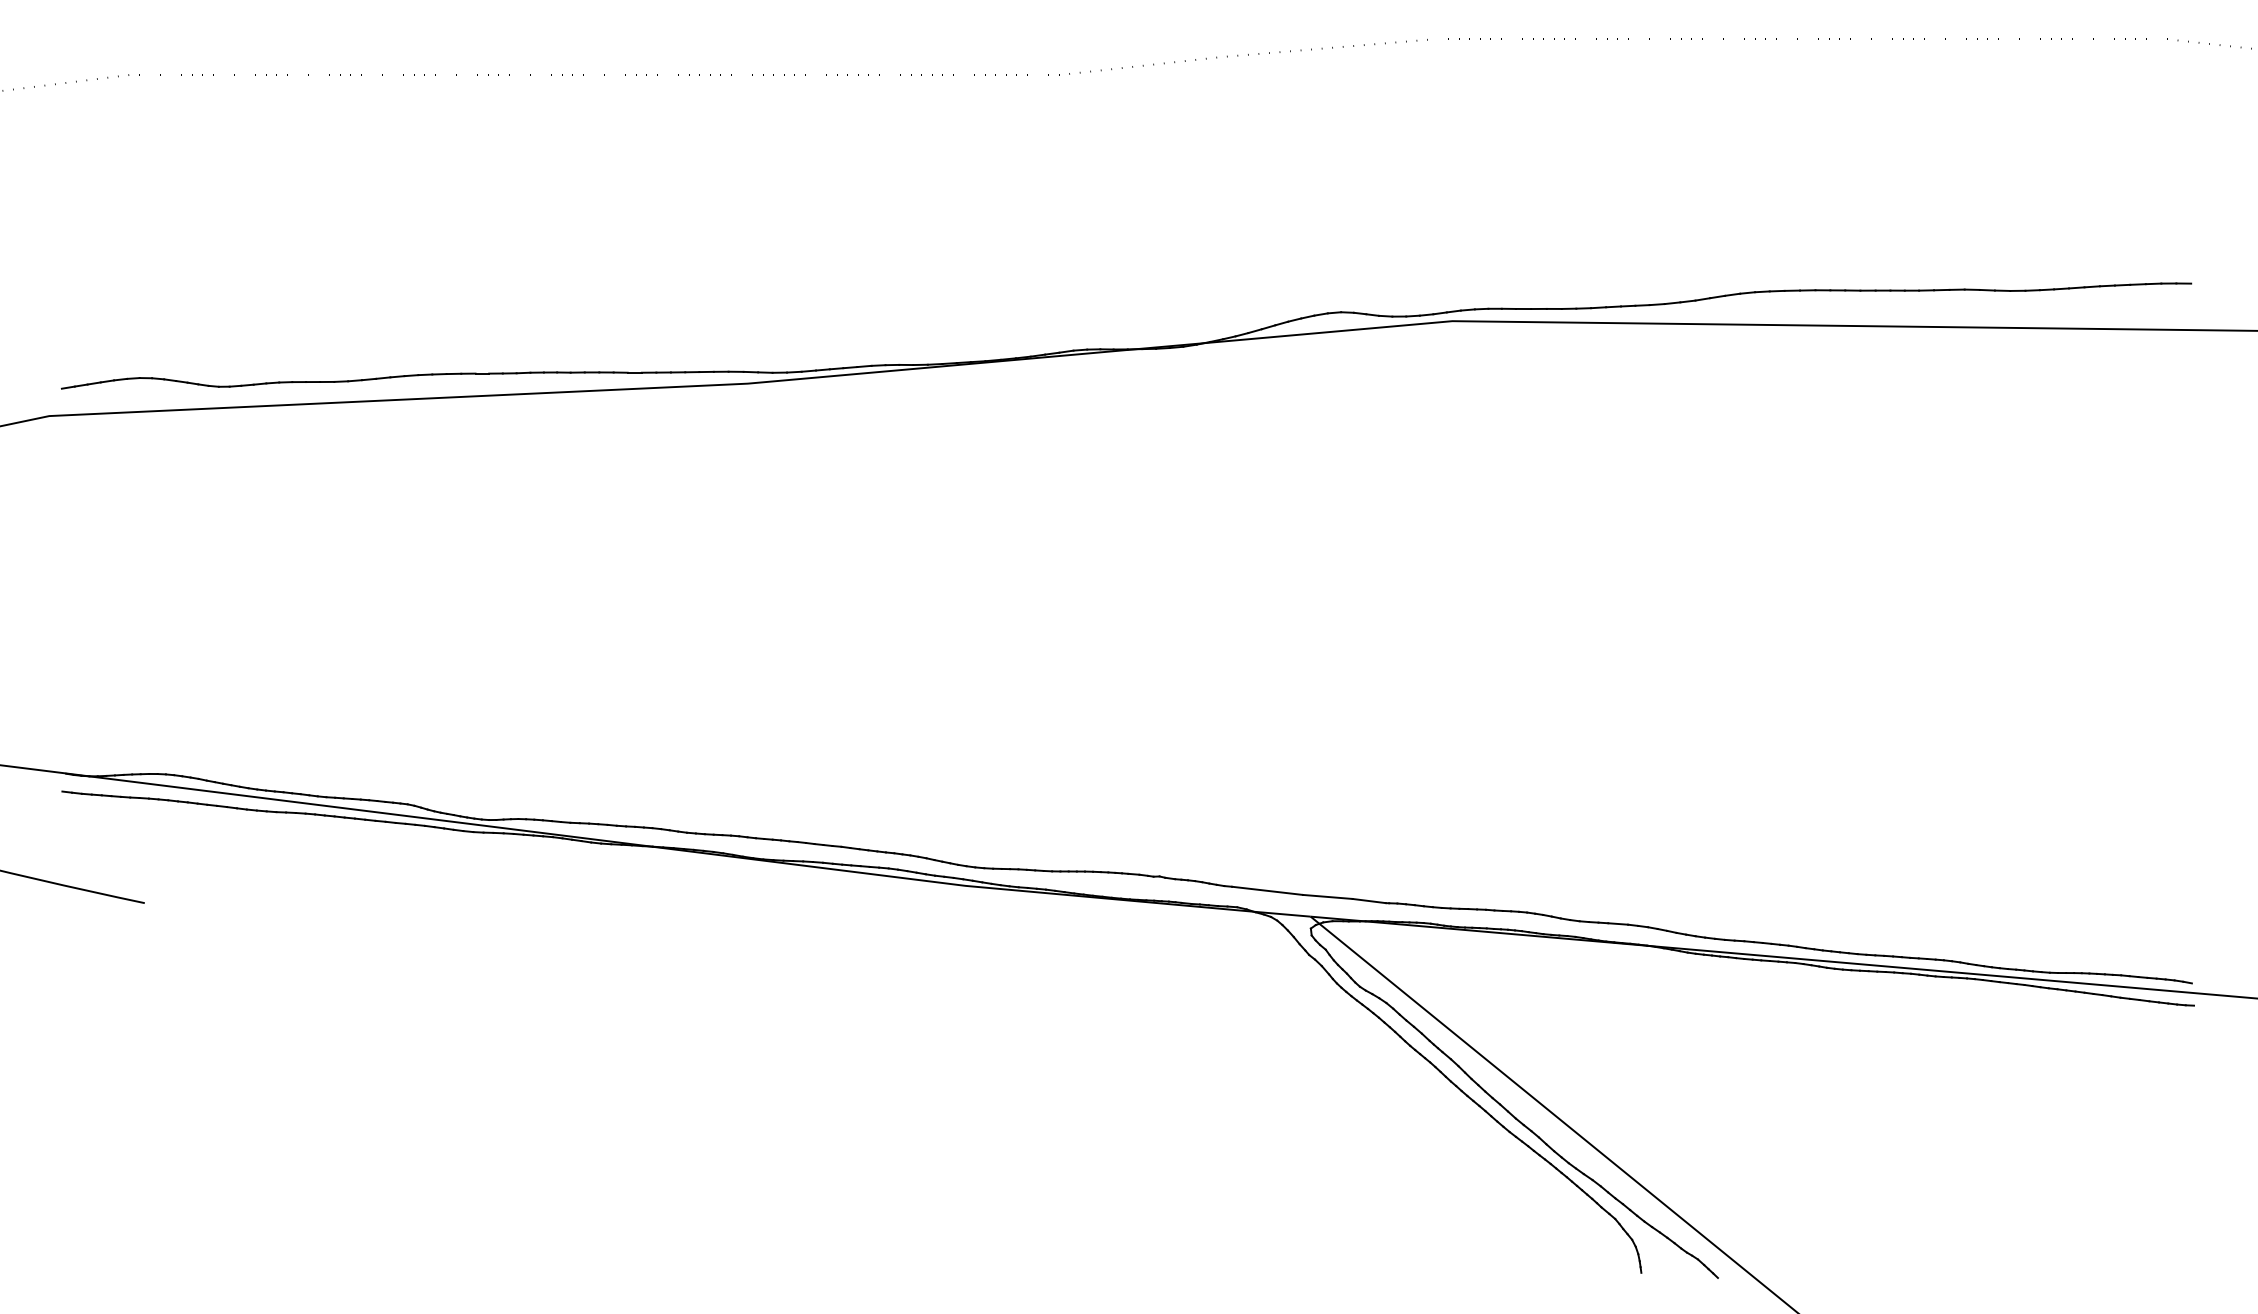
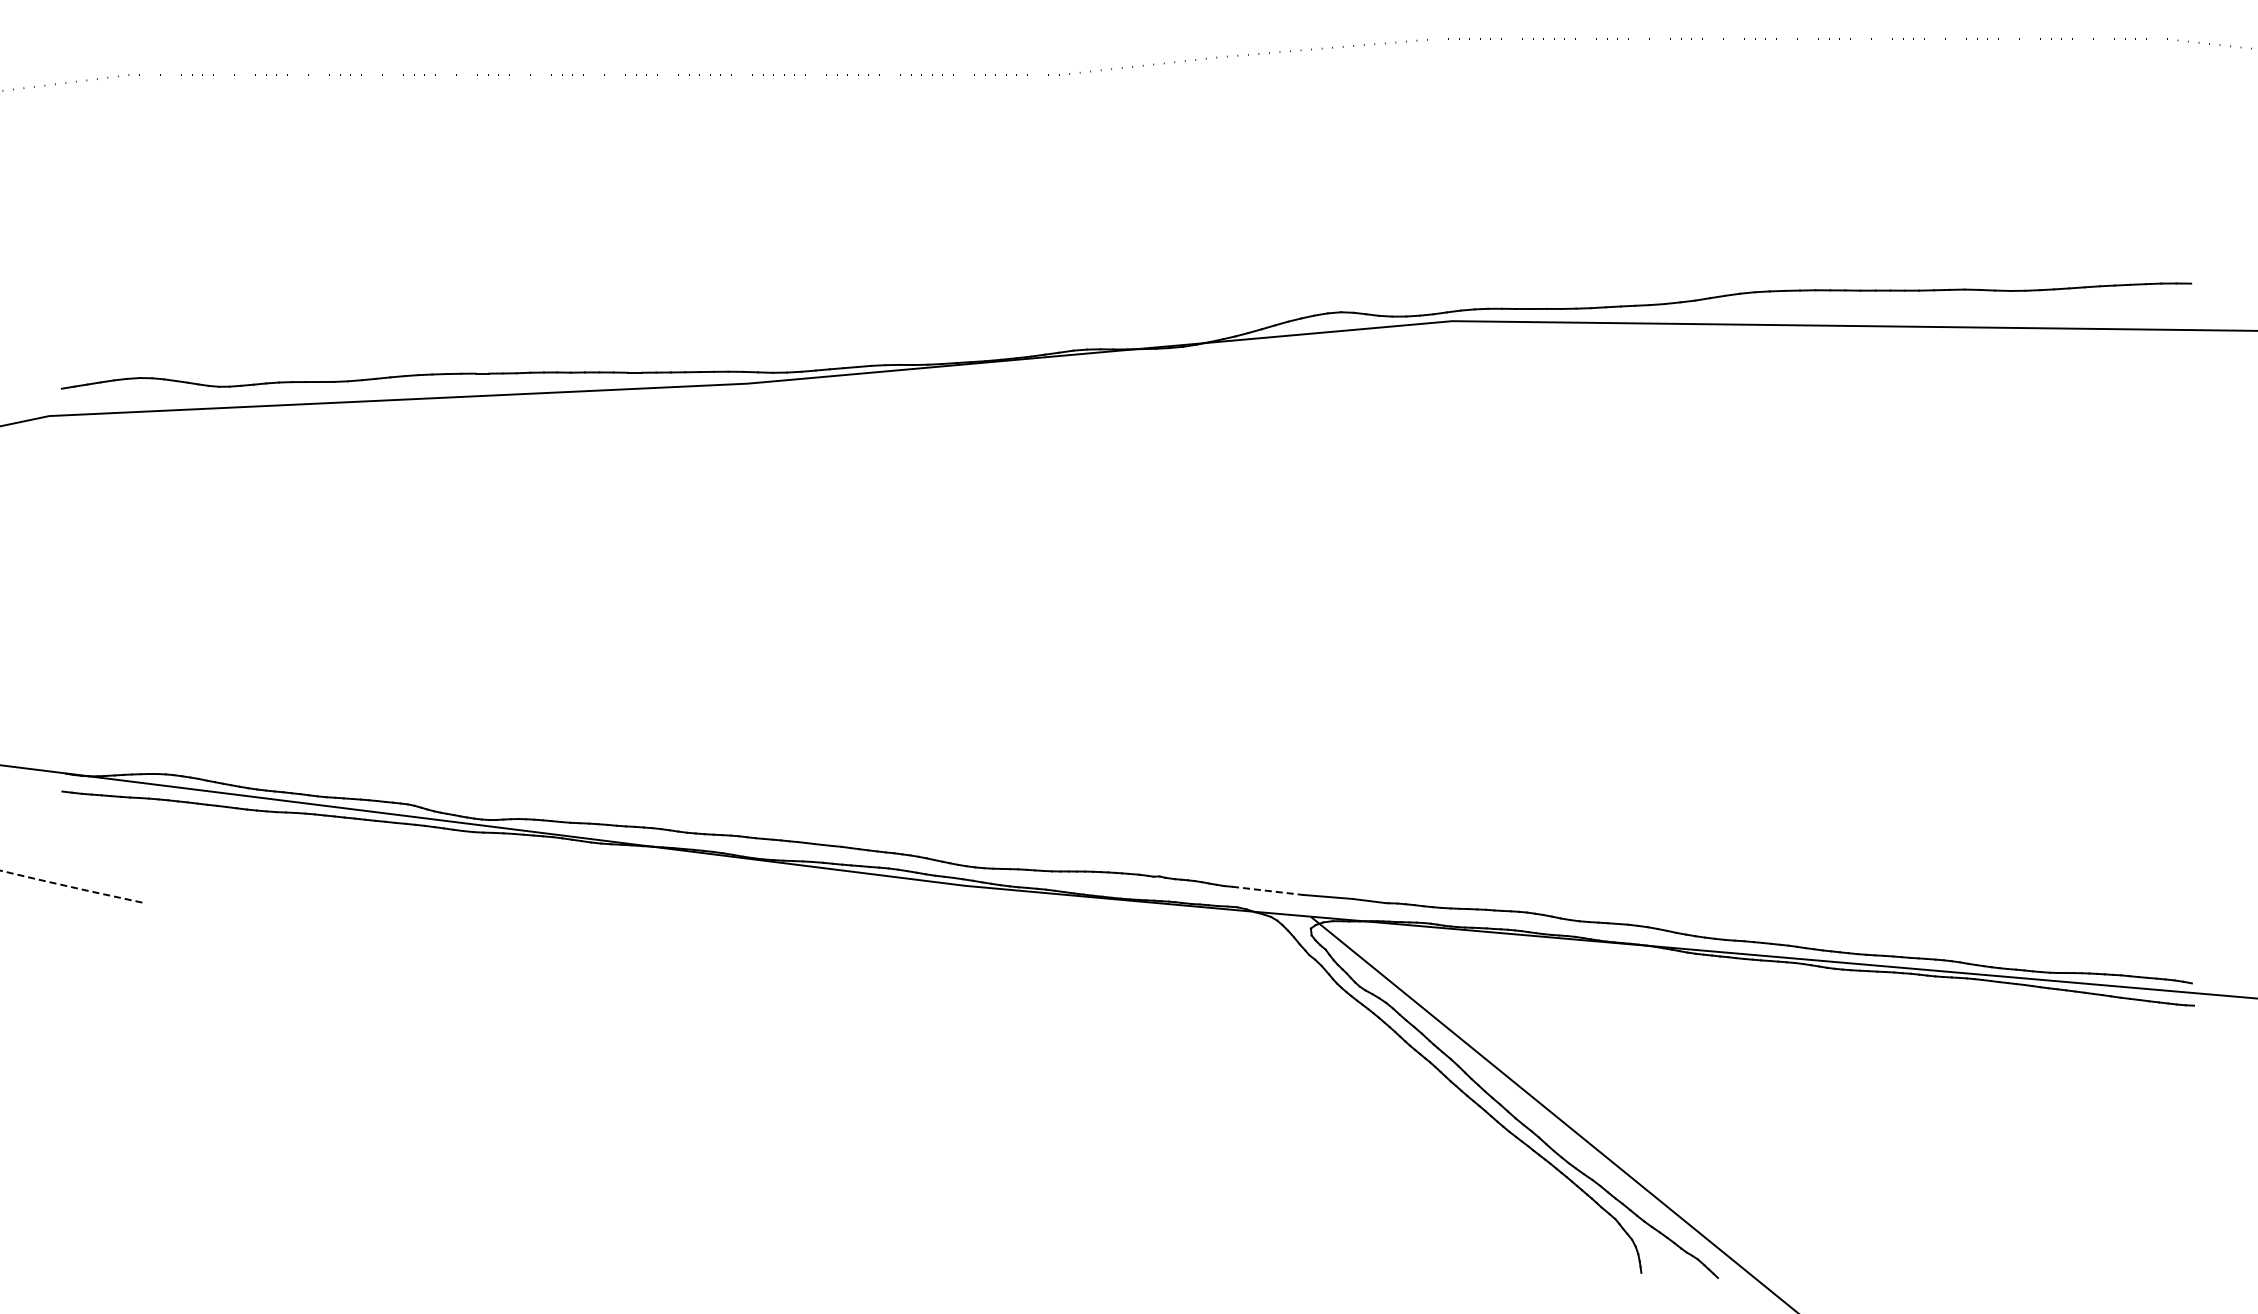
line at (72, 887): solid -> dashed
line at (1267, 890): solid -> dashed
